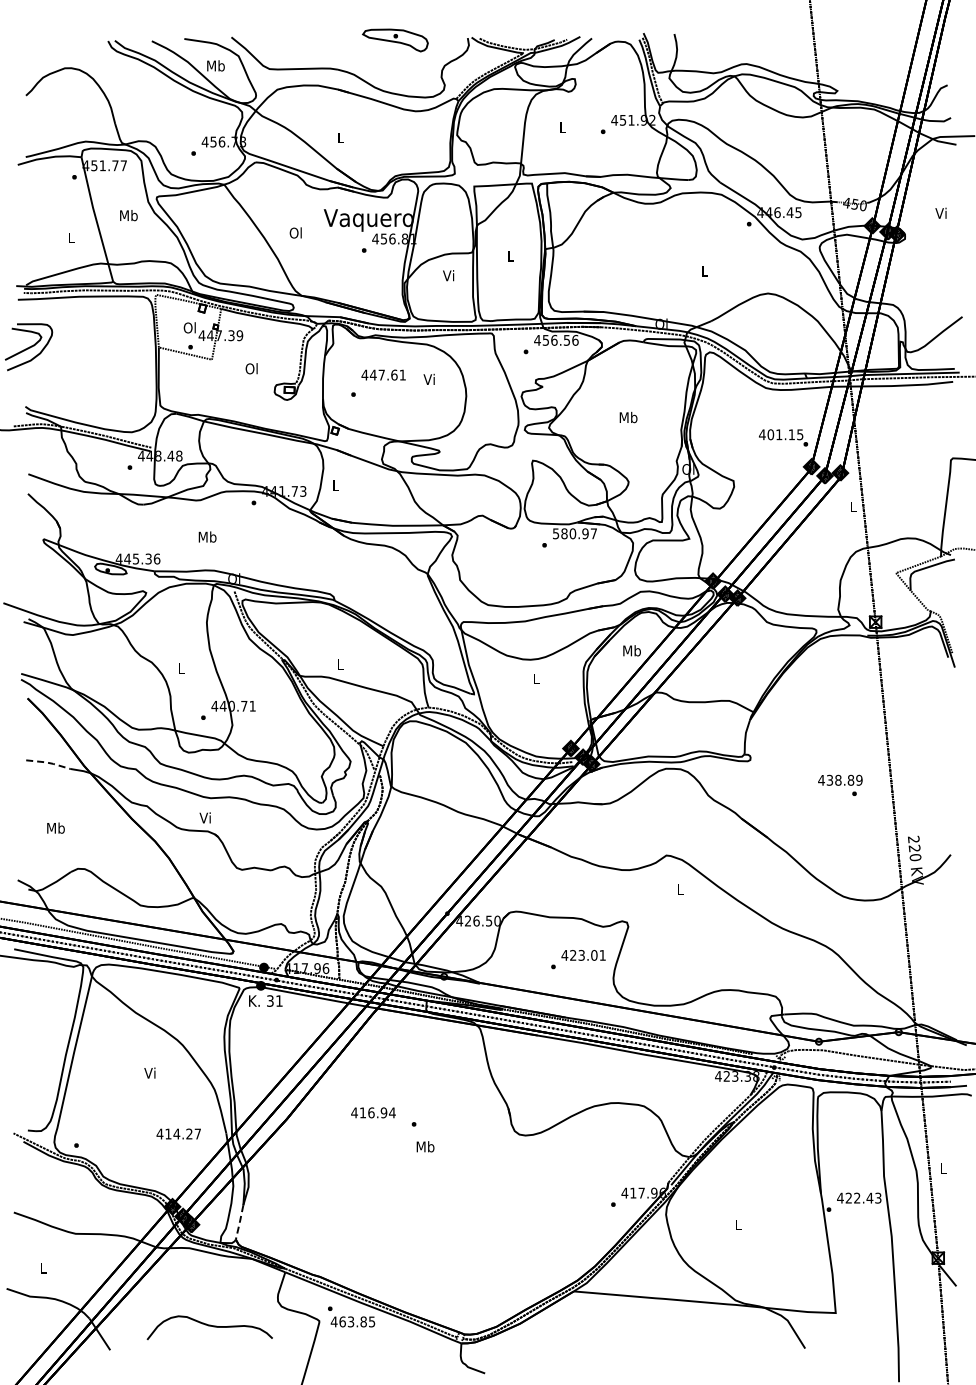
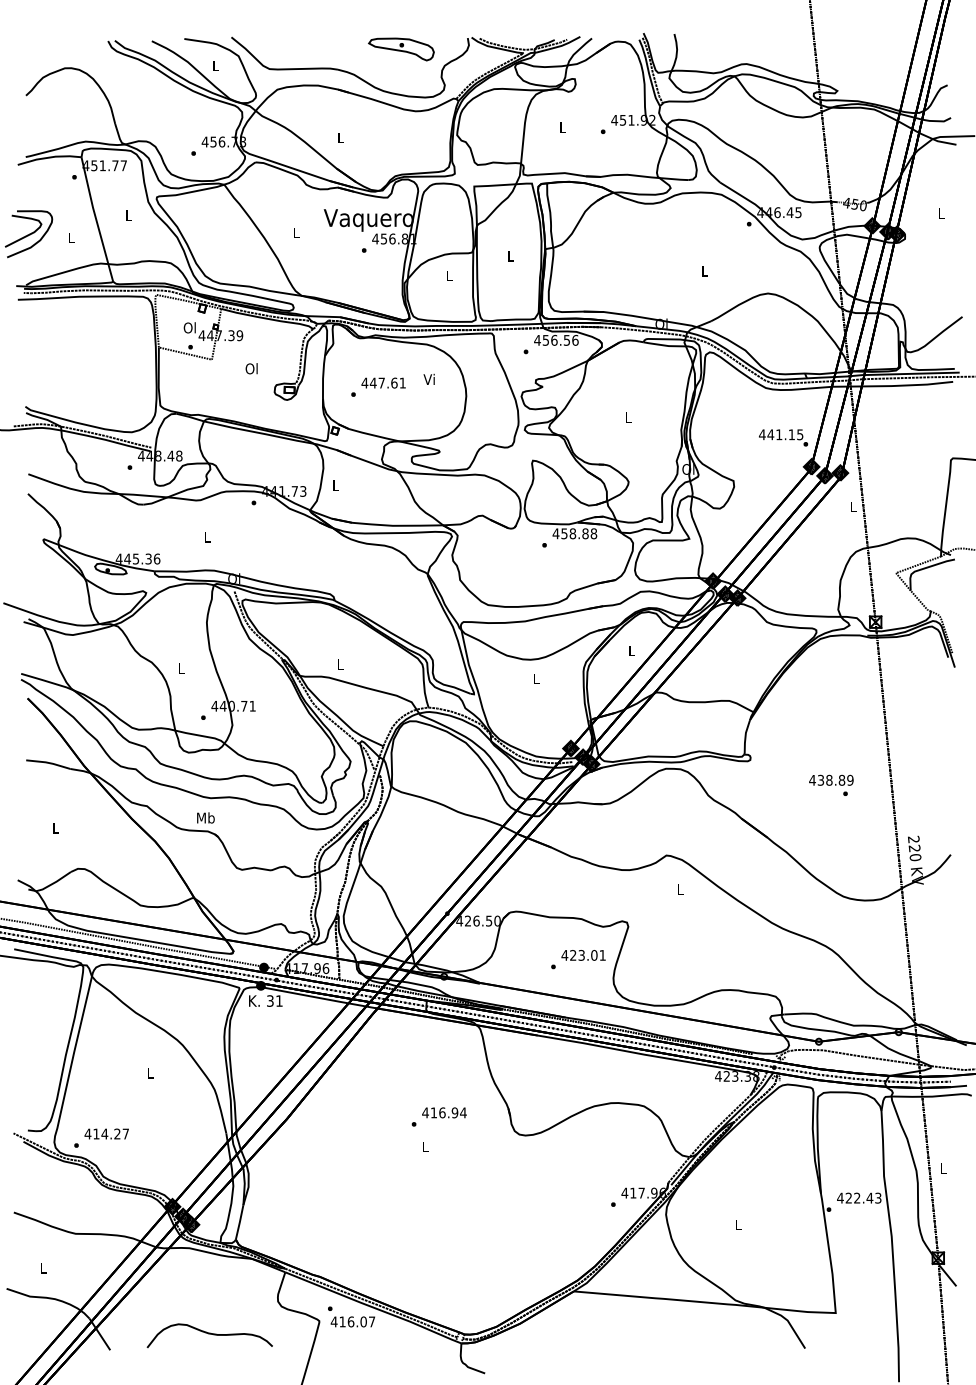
part at (395, 40) position: (395, 40) -> (401, 49)
text at (215, 65): Mb -> L
text at (940, 212): Vi -> L
text at (128, 215): Mb -> L
text at (295, 232): Ol -> L
text at (448, 275): Vi -> L
part at (28, 347) position: (28, 347) -> (28, 234)
text at (383, 374) position: (383, 374) -> (383, 382)
text at (628, 417): Mb -> L
text at (770, 434): 401.15 -> 441.15
text at (574, 533): 580.97 -> 458.88
text at (207, 536): Mb -> L
text at (631, 650): Mb -> L
line at (48, 762): dashed -> solid
text at (840, 784) position: (840, 784) -> (831, 784)
text at (205, 817): Vi -> Mb
text at (55, 827): Mb -> L
text at (149, 1072): Vi -> L
text at (373, 1112) position: (373, 1112) -> (444, 1112)
text at (178, 1133) position: (178, 1133) -> (106, 1133)
text at (425, 1146): Mb -> L
line at (239, 1222): dashed -> solid
text at (357, 1321): 463.85 -> 416.07
curve at (209, 1326) position: (209, 1326) -> (209, 1334)
